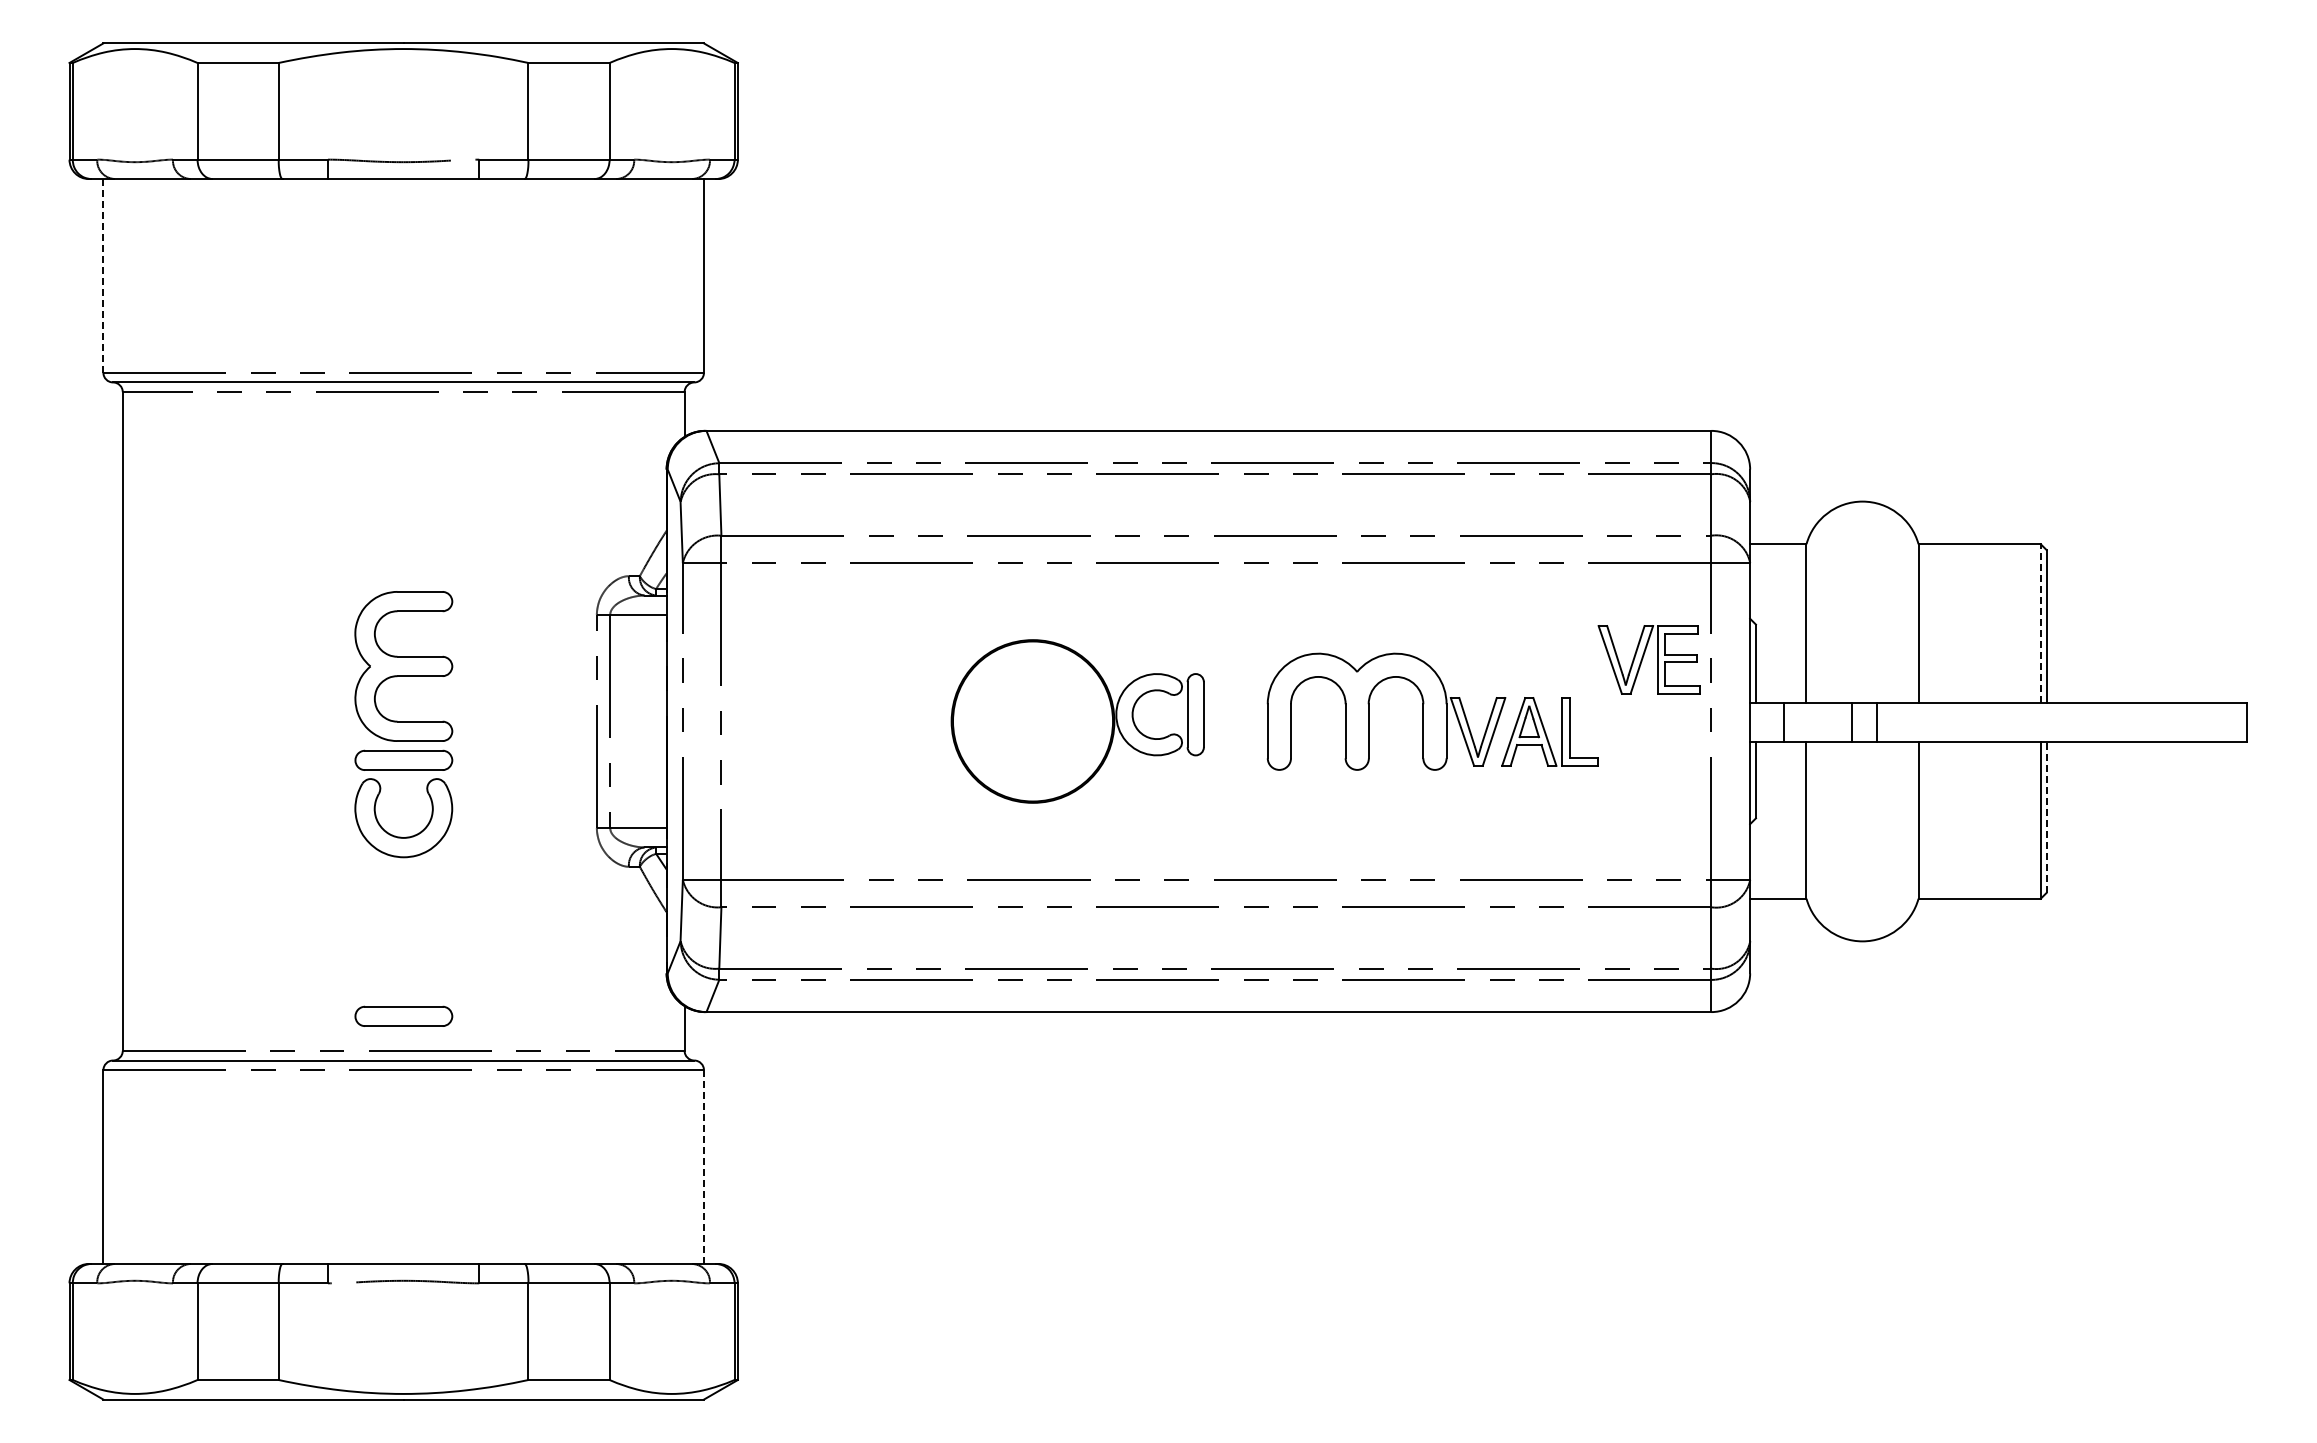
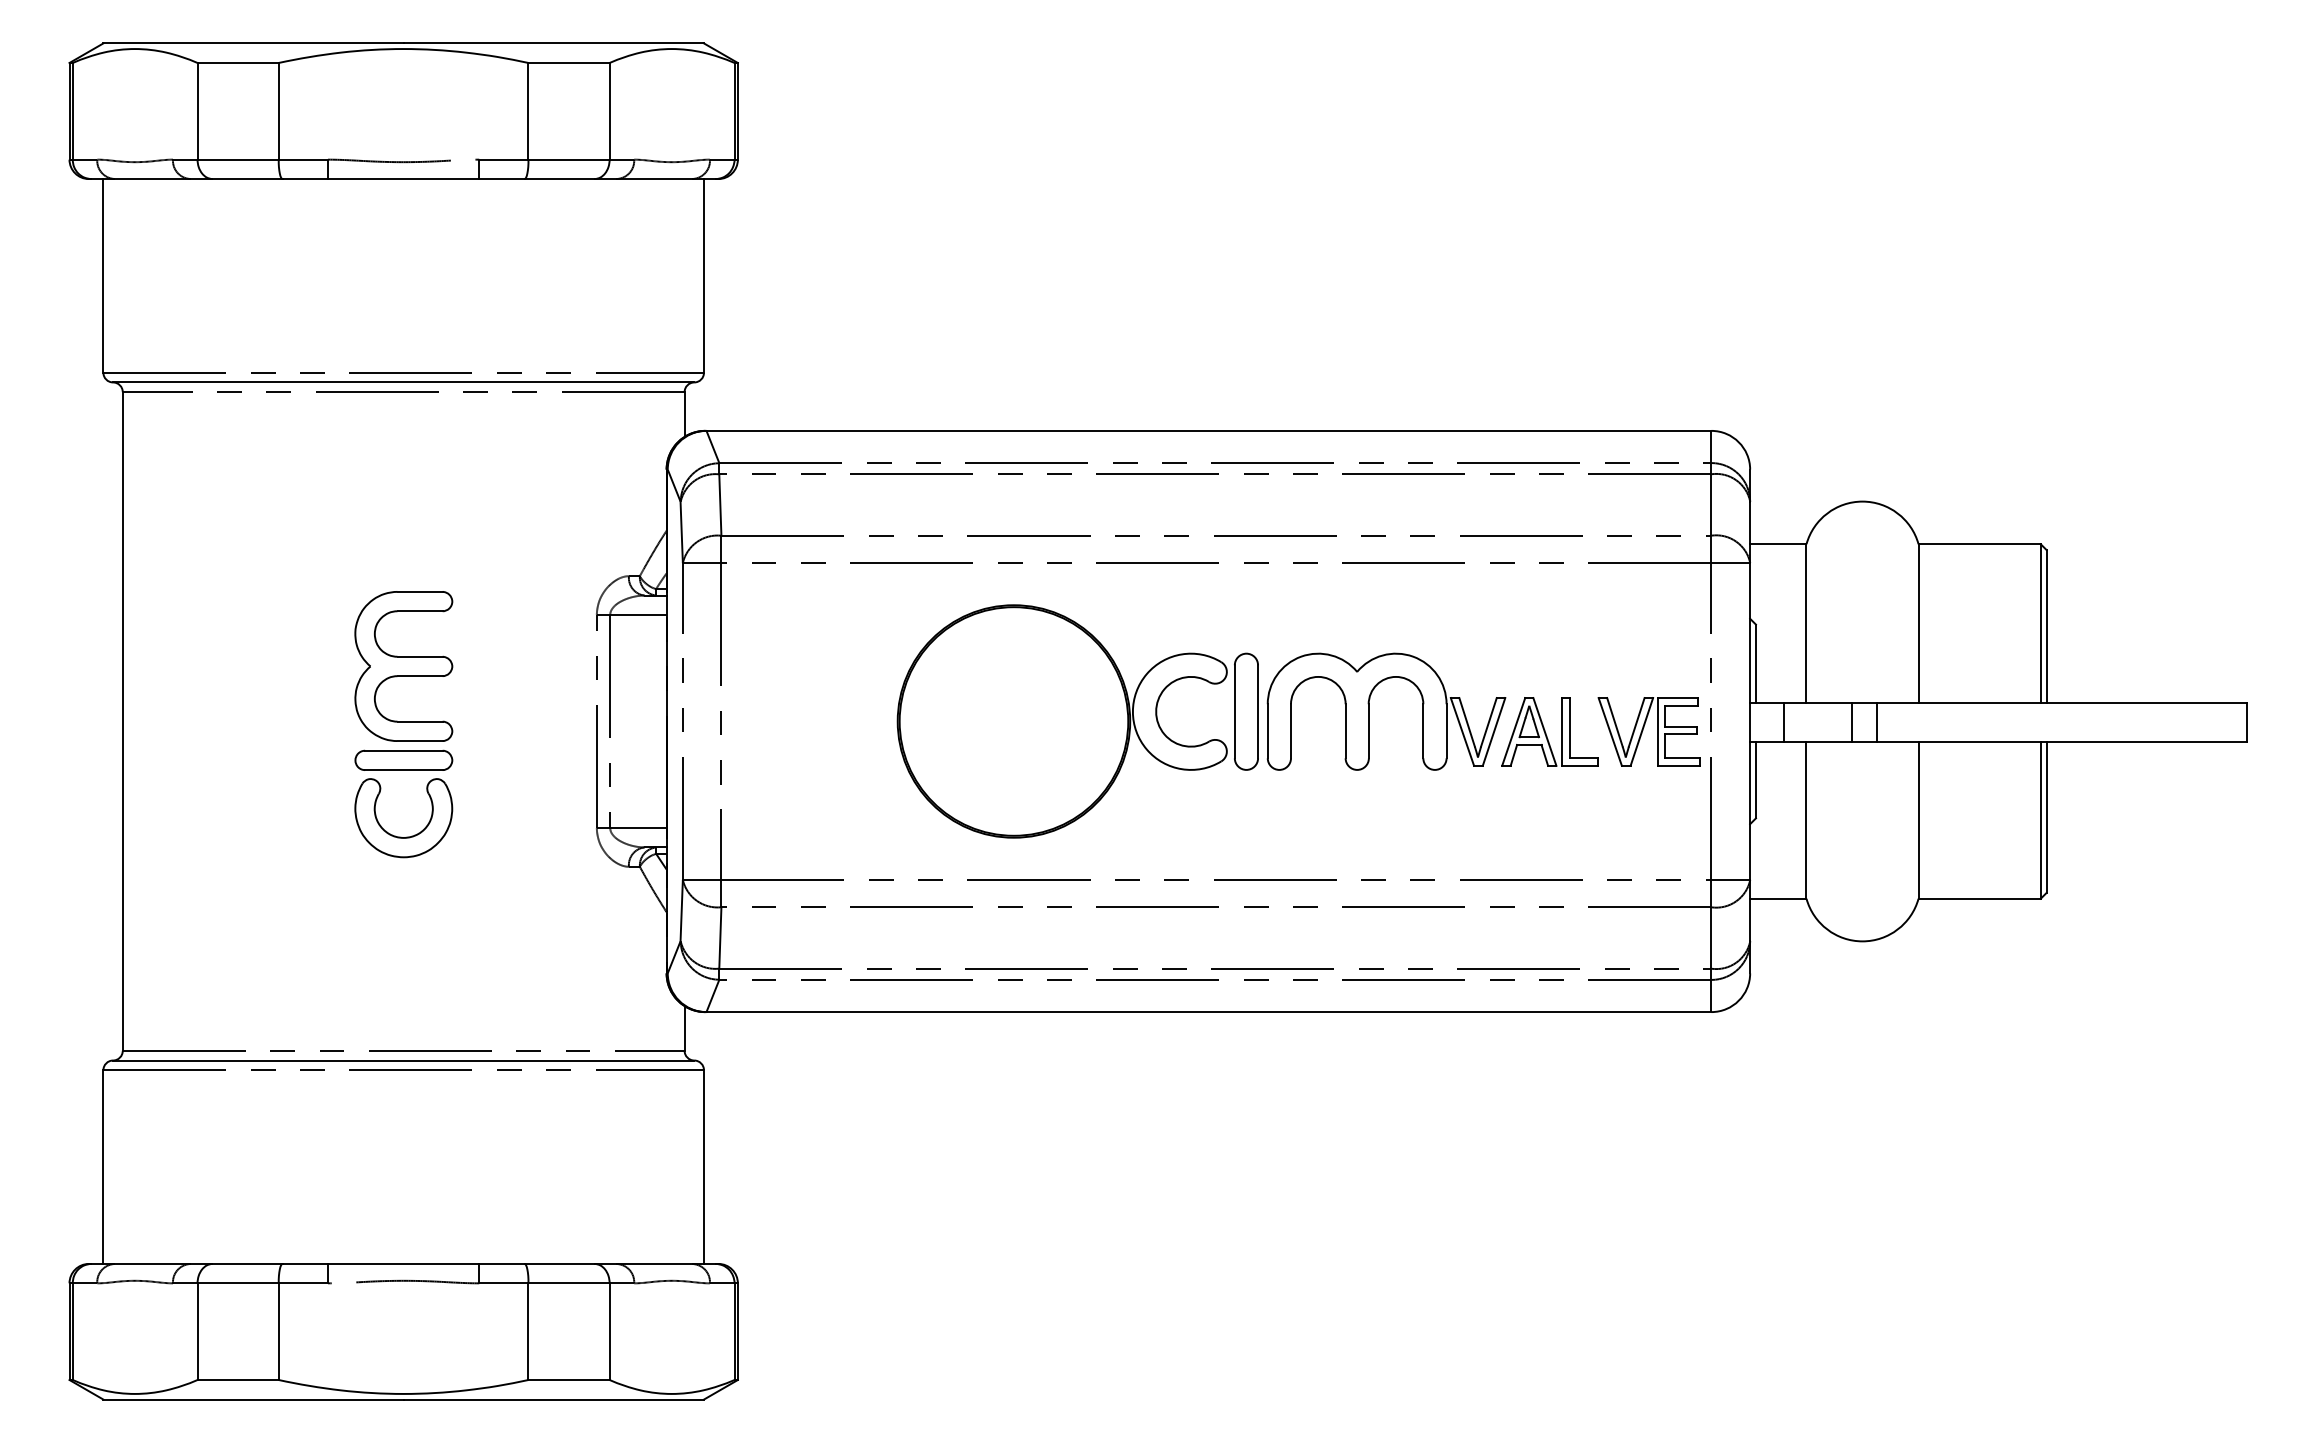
line at (103, 275): dashed -> solid
line at (2040, 623): dashed -> solid
part at (1648, 659) position: (1648, 659) -> (1648, 731)
part at (1077, 721) size: 255x165 px -> 363x235 px
line at (2046, 817): dashed -> solid
part at (403, 1015): present -> none
line at (703, 1167): dashed -> solid
